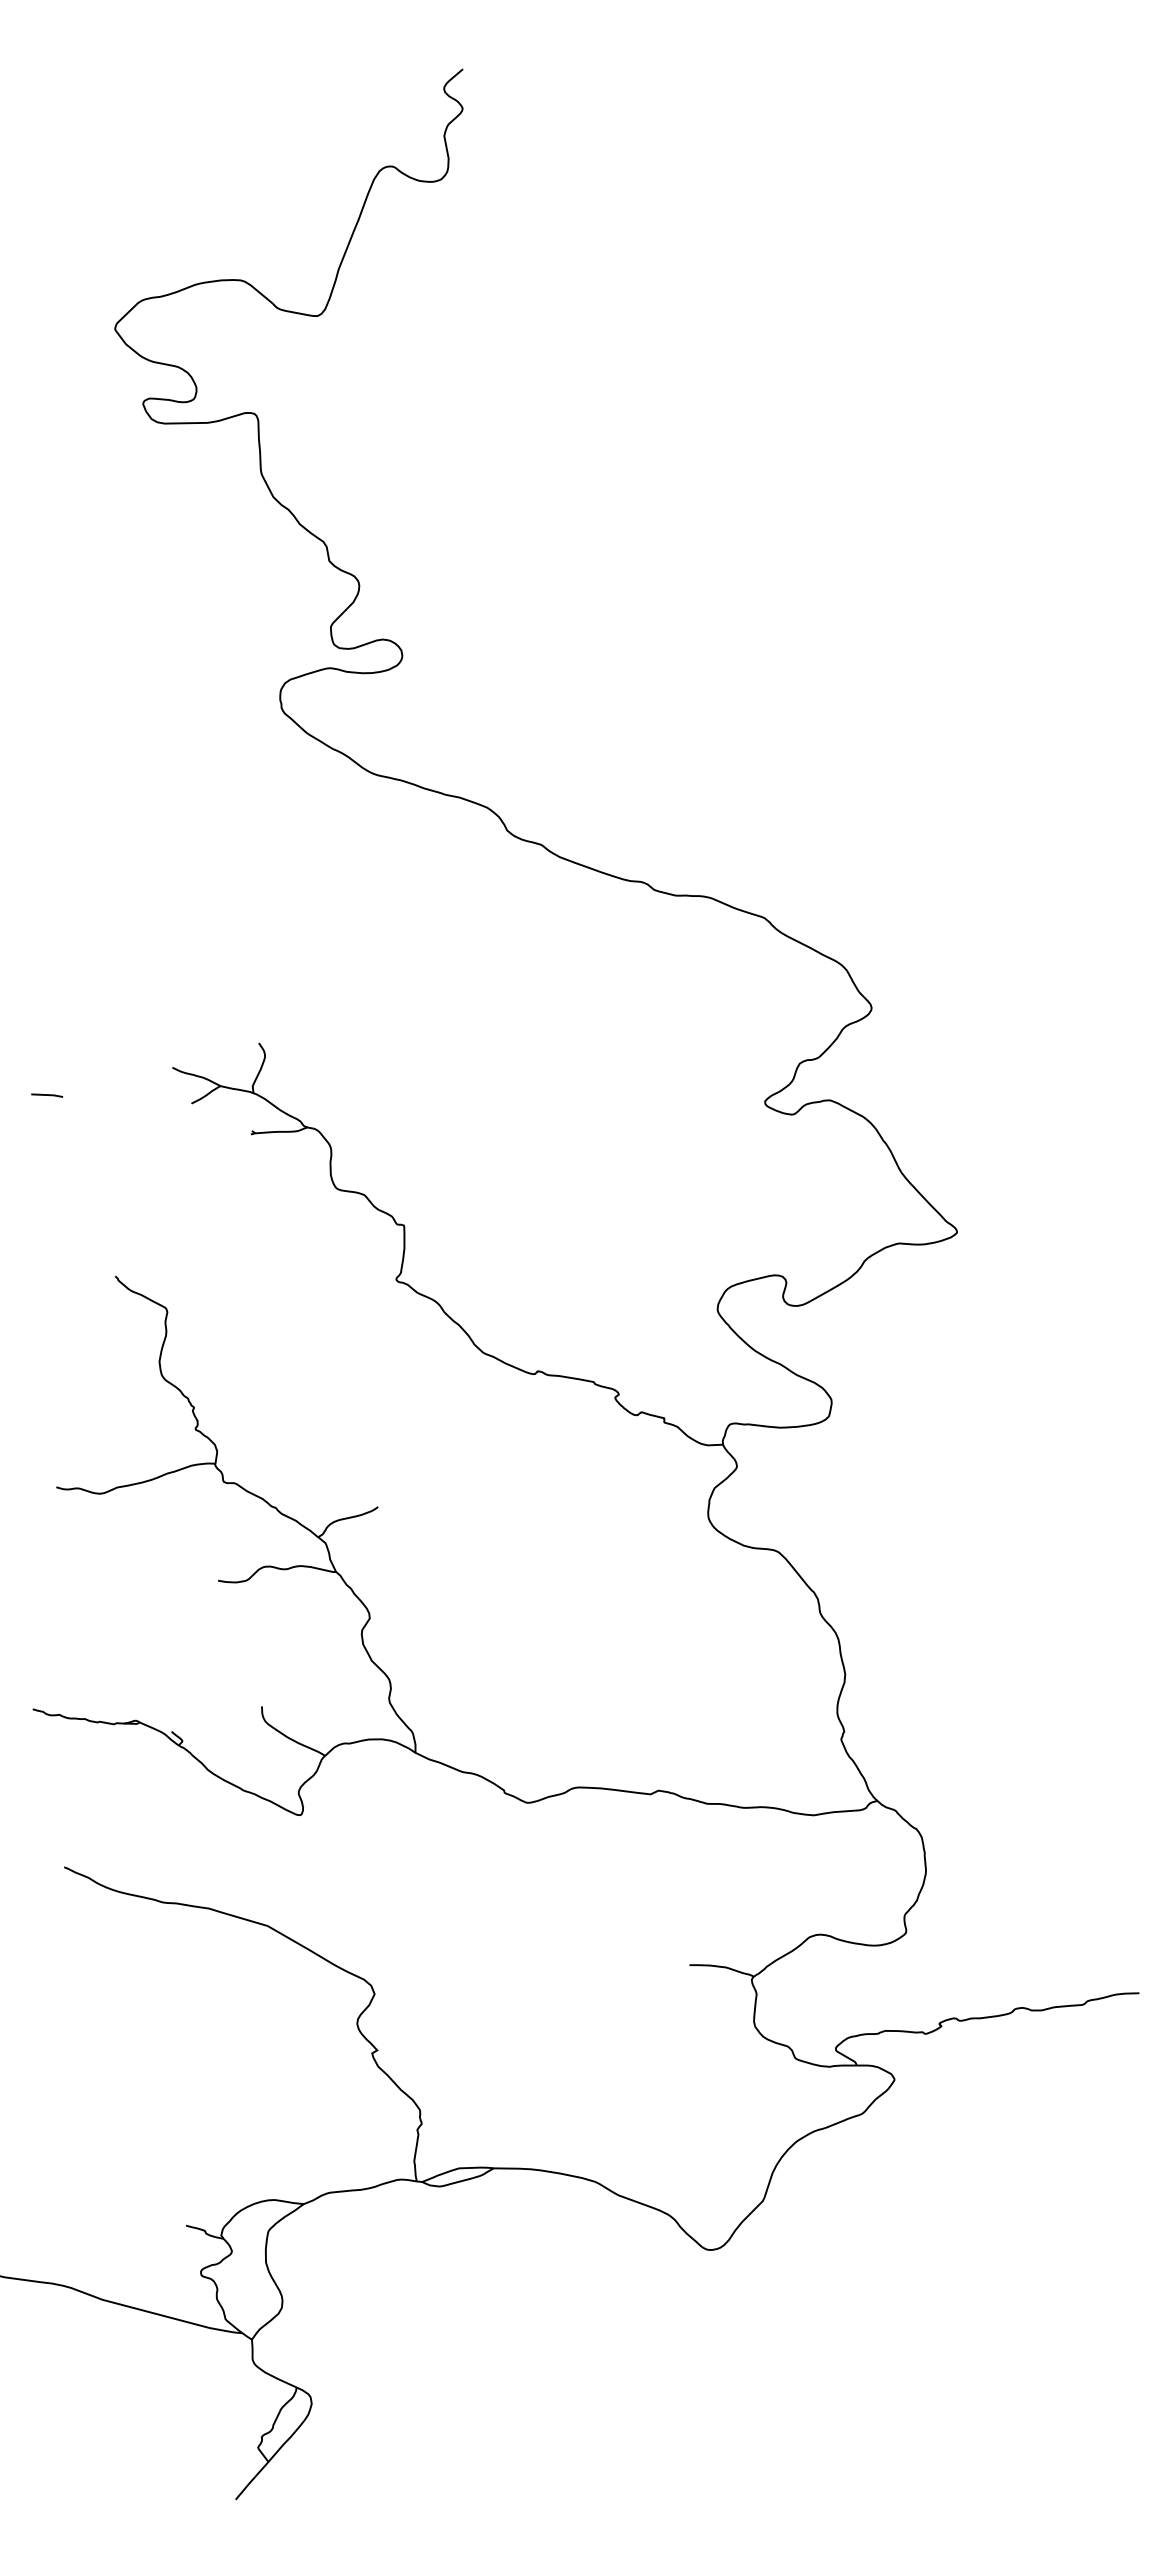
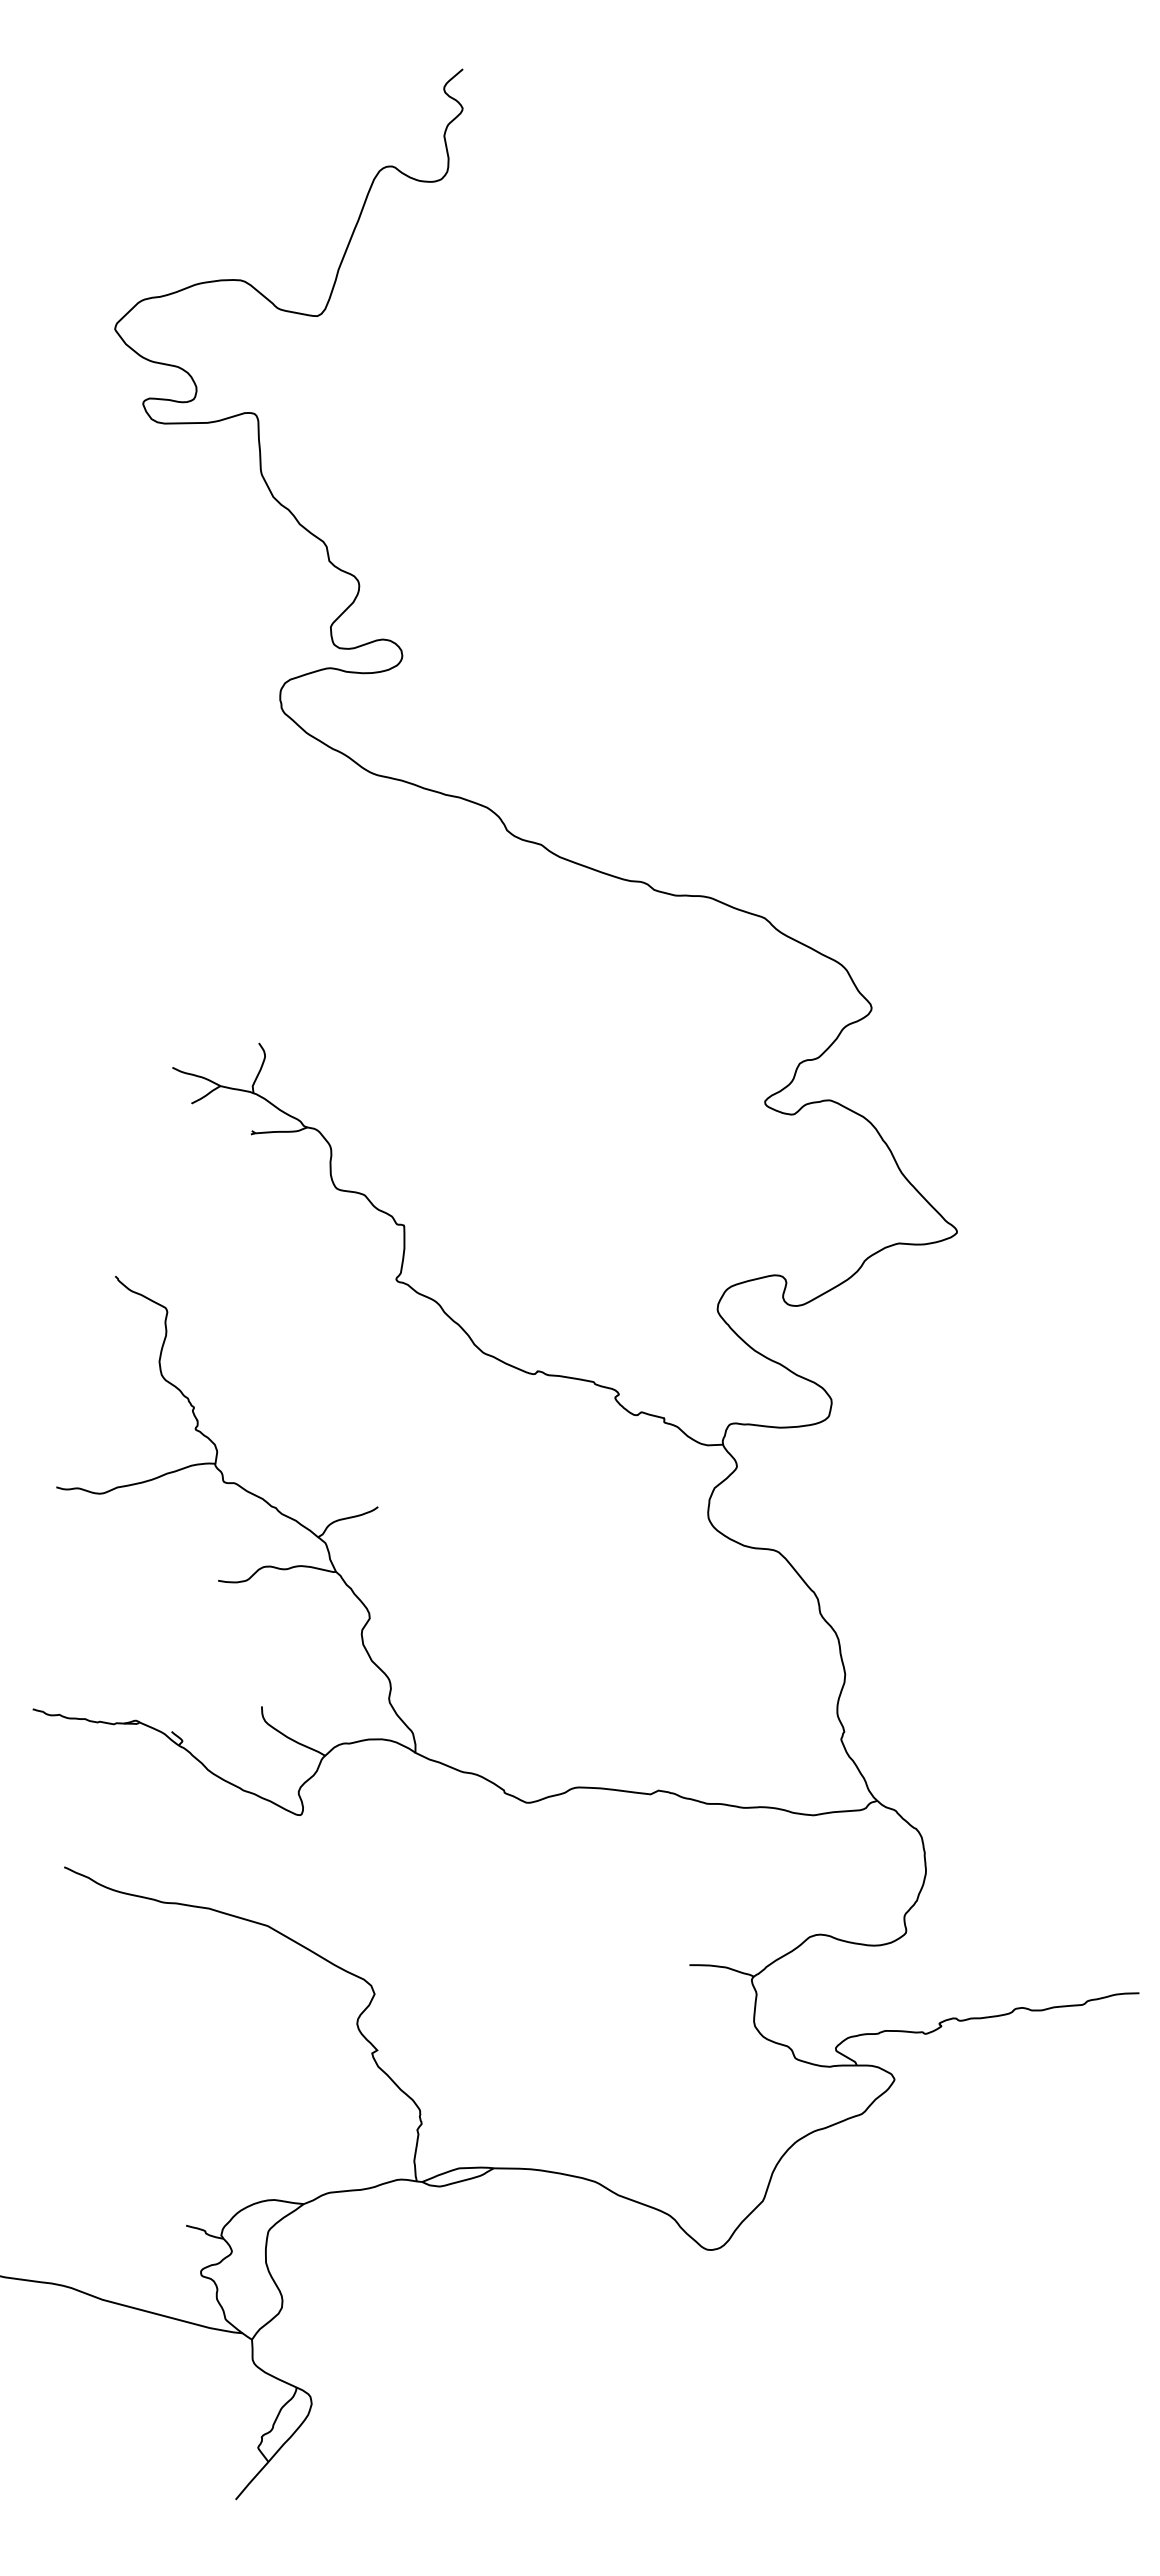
line at (47, 1095): present -> none
